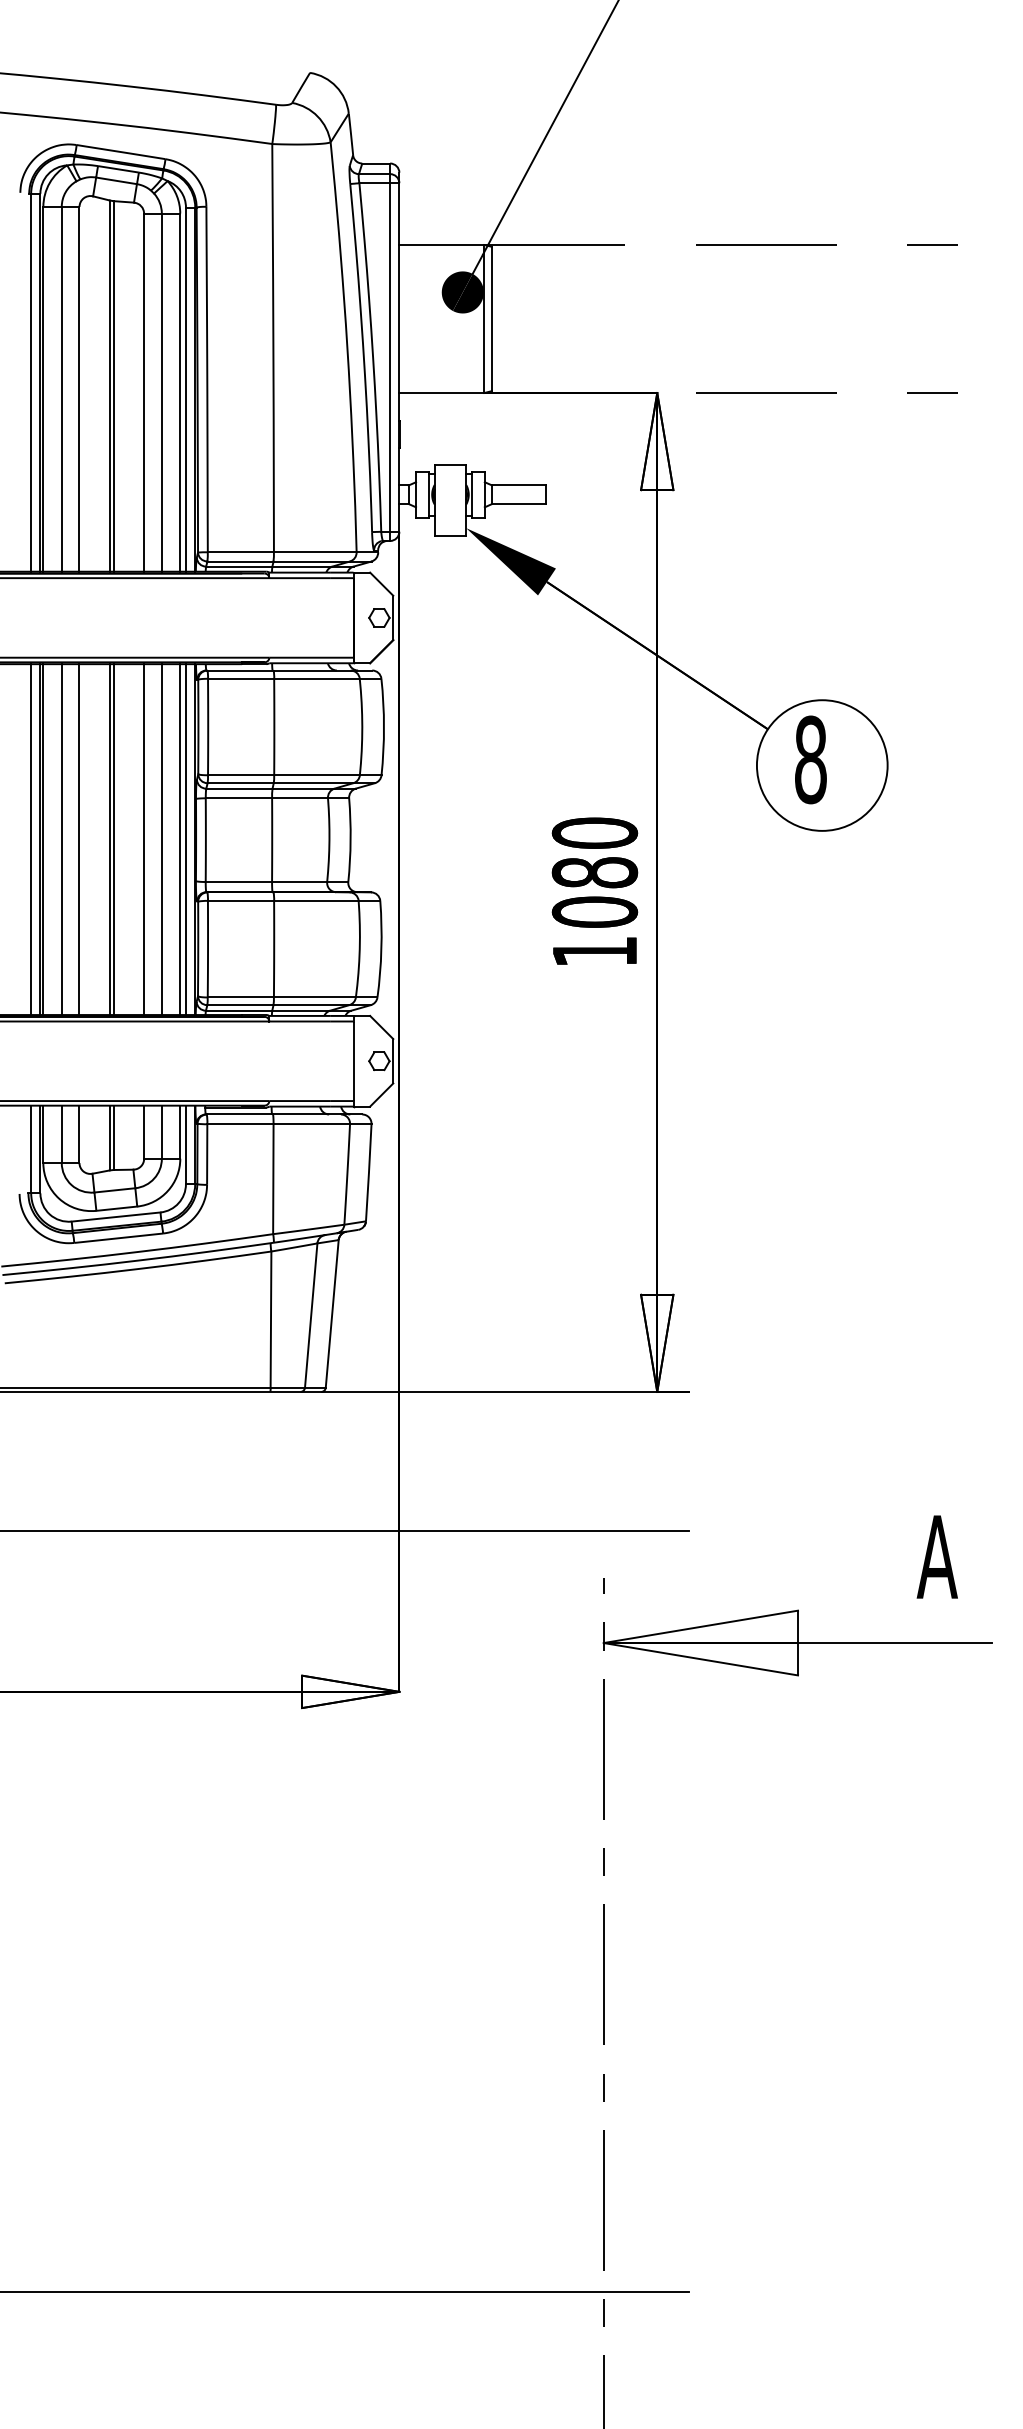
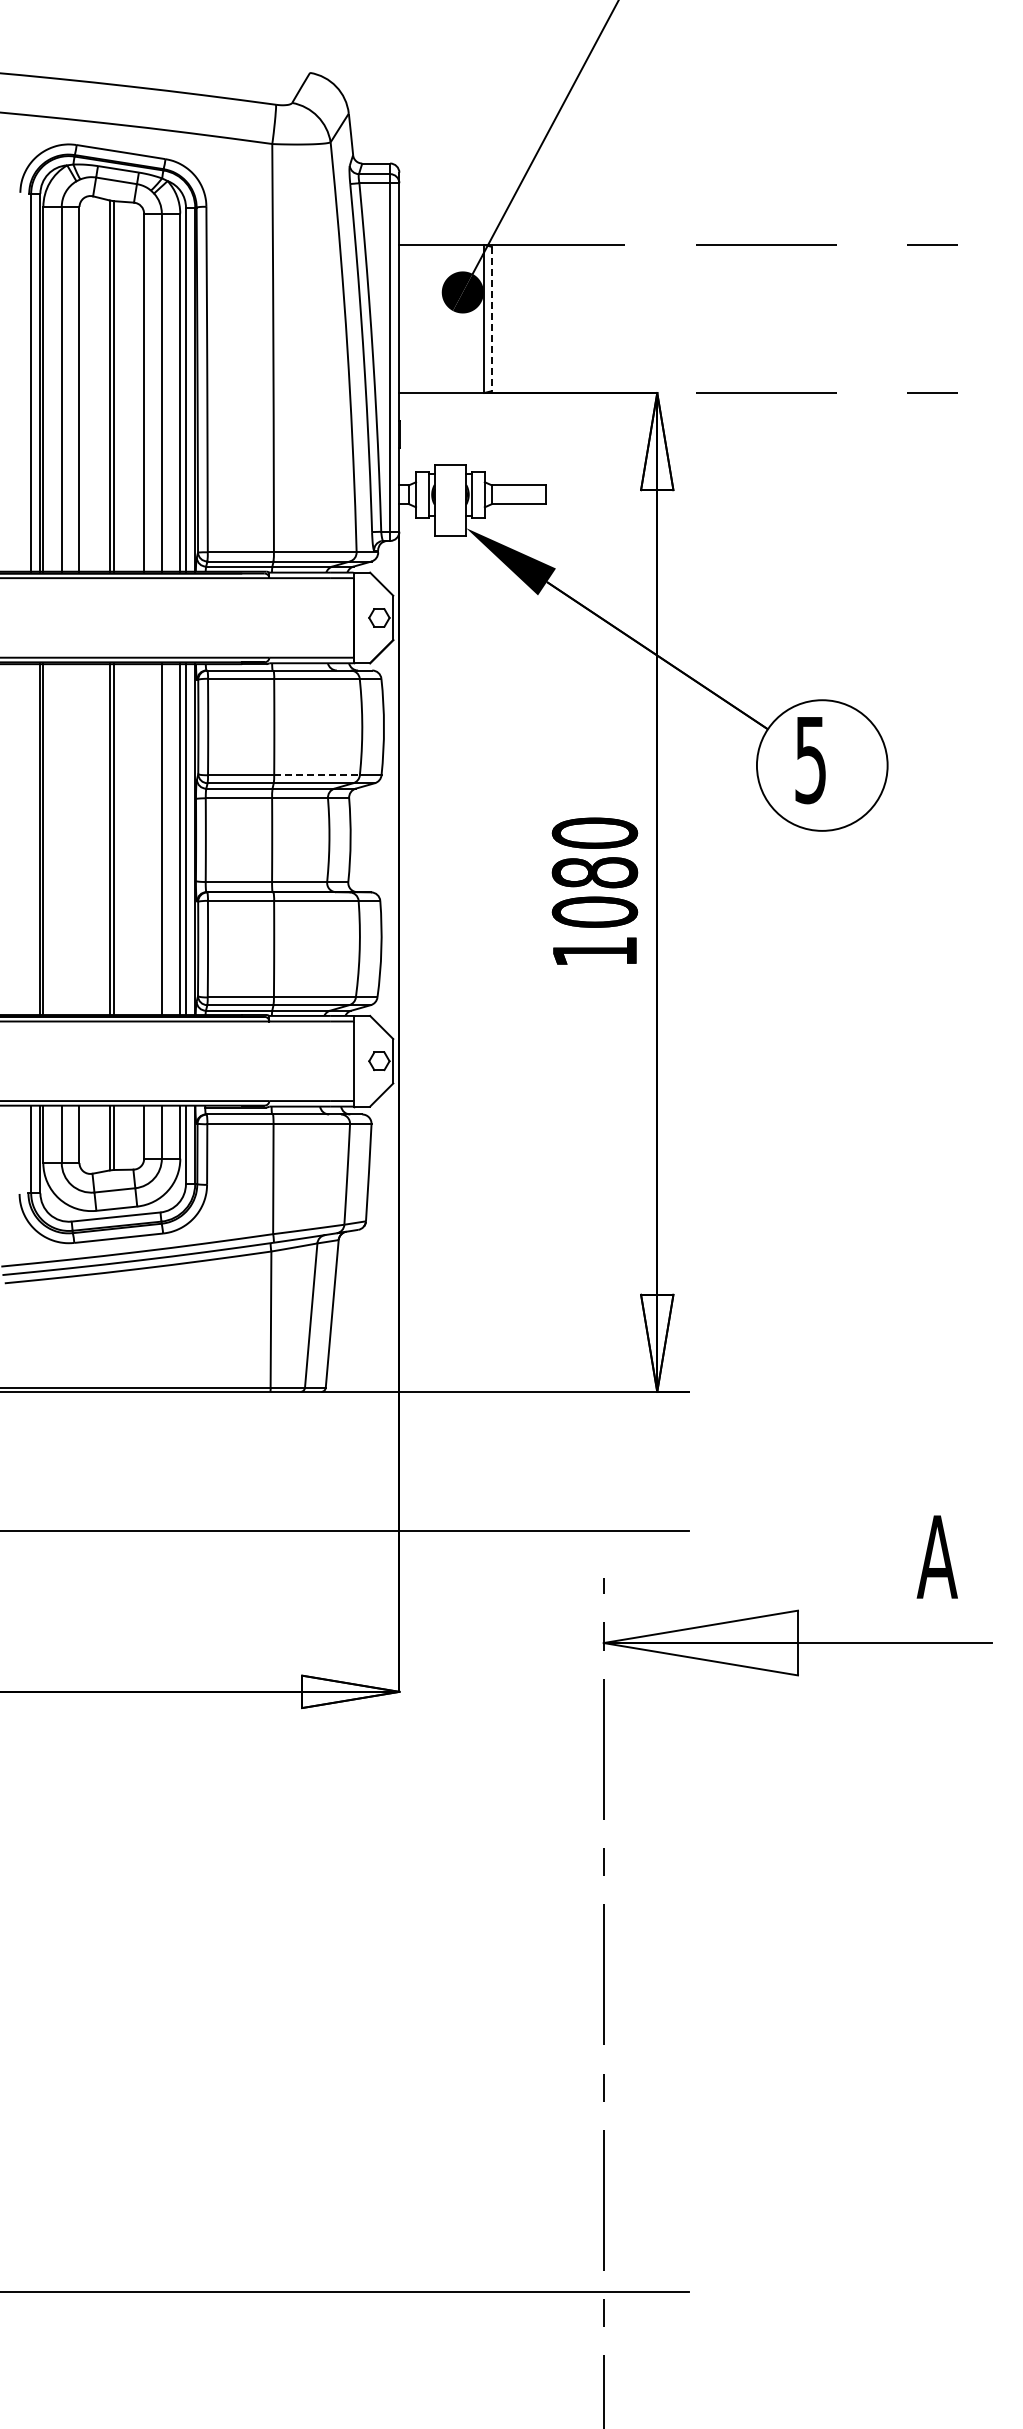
line at (491, 319): solid -> dashed
text at (810, 759): 8 -> 5
line at (317, 775): solid -> dashed
line at (31, 839): present -> none
line at (61, 839): present -> none
line at (79, 839): present -> none
line at (144, 839): present -> none
